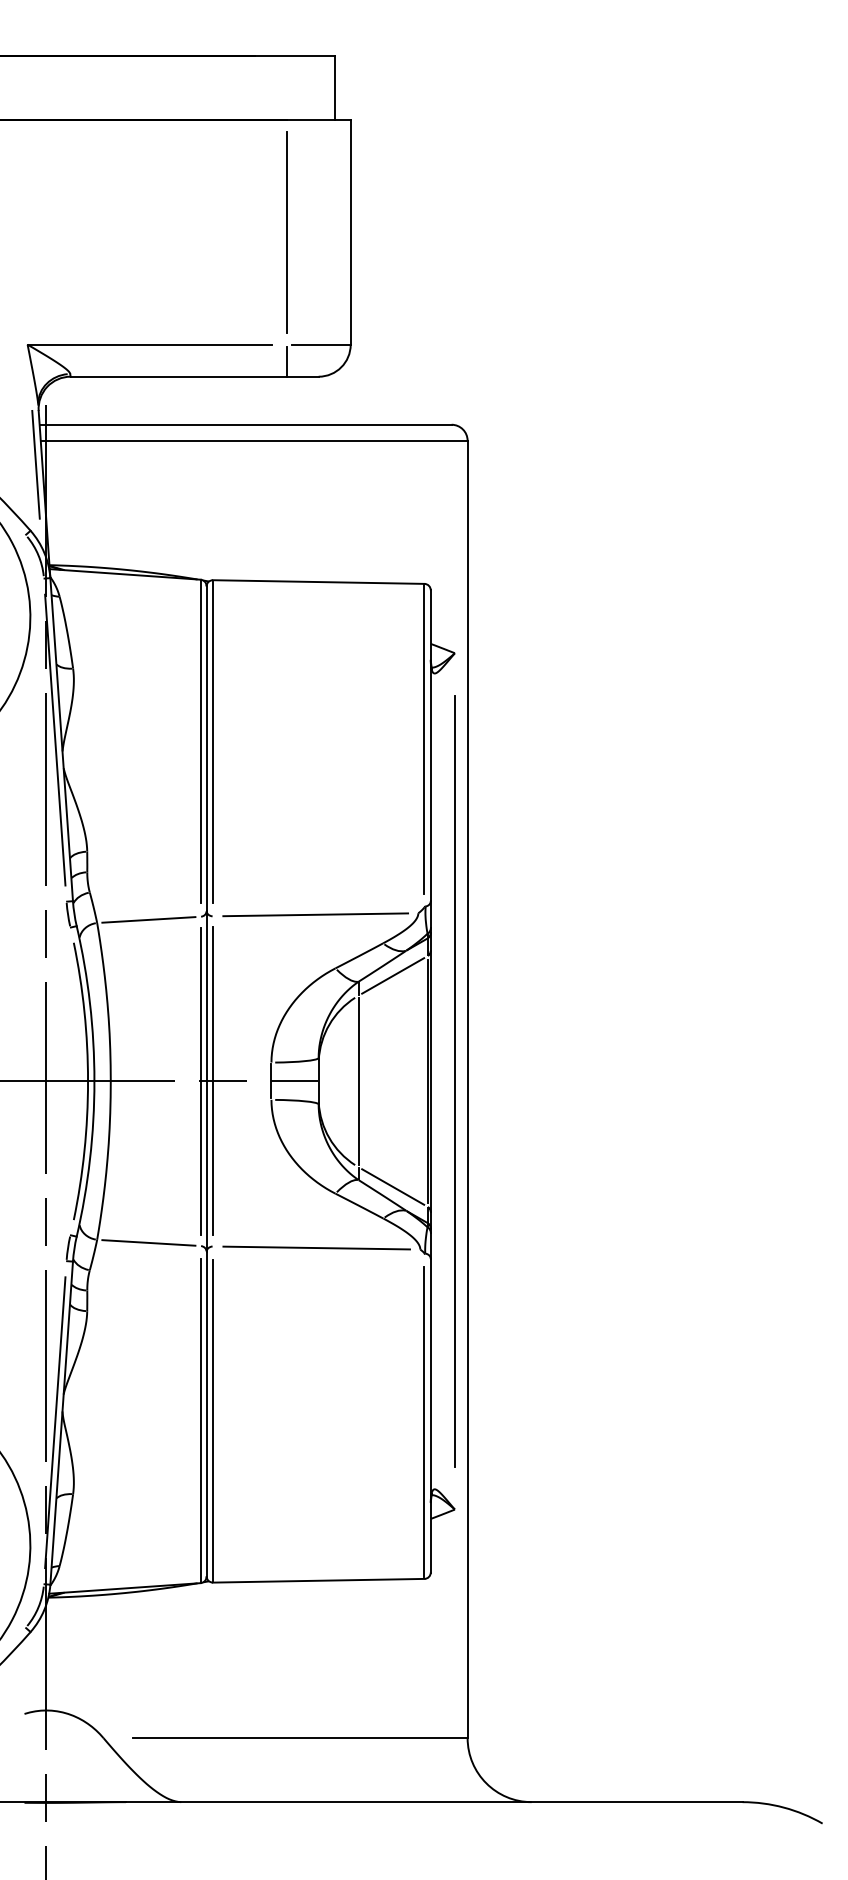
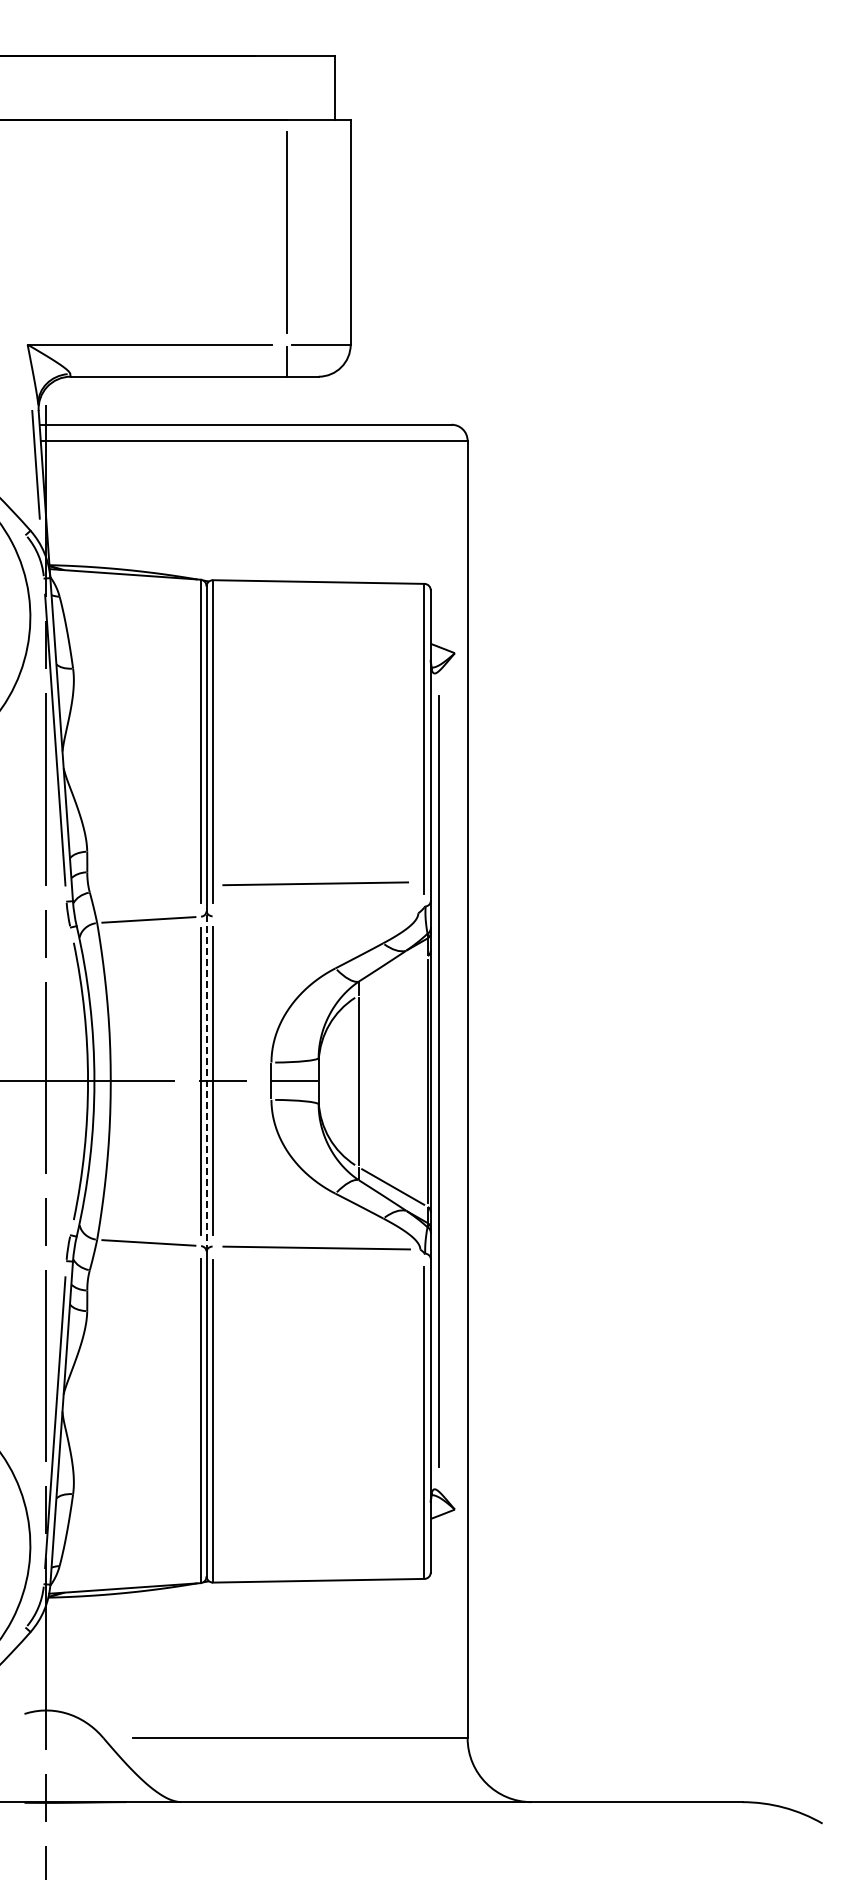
line at (315, 914) position: (315, 914) -> (315, 883)
line at (393, 975): present -> none
line at (206, 1080): solid -> dashed
line at (454, 1081) position: (454, 1081) -> (438, 1081)
